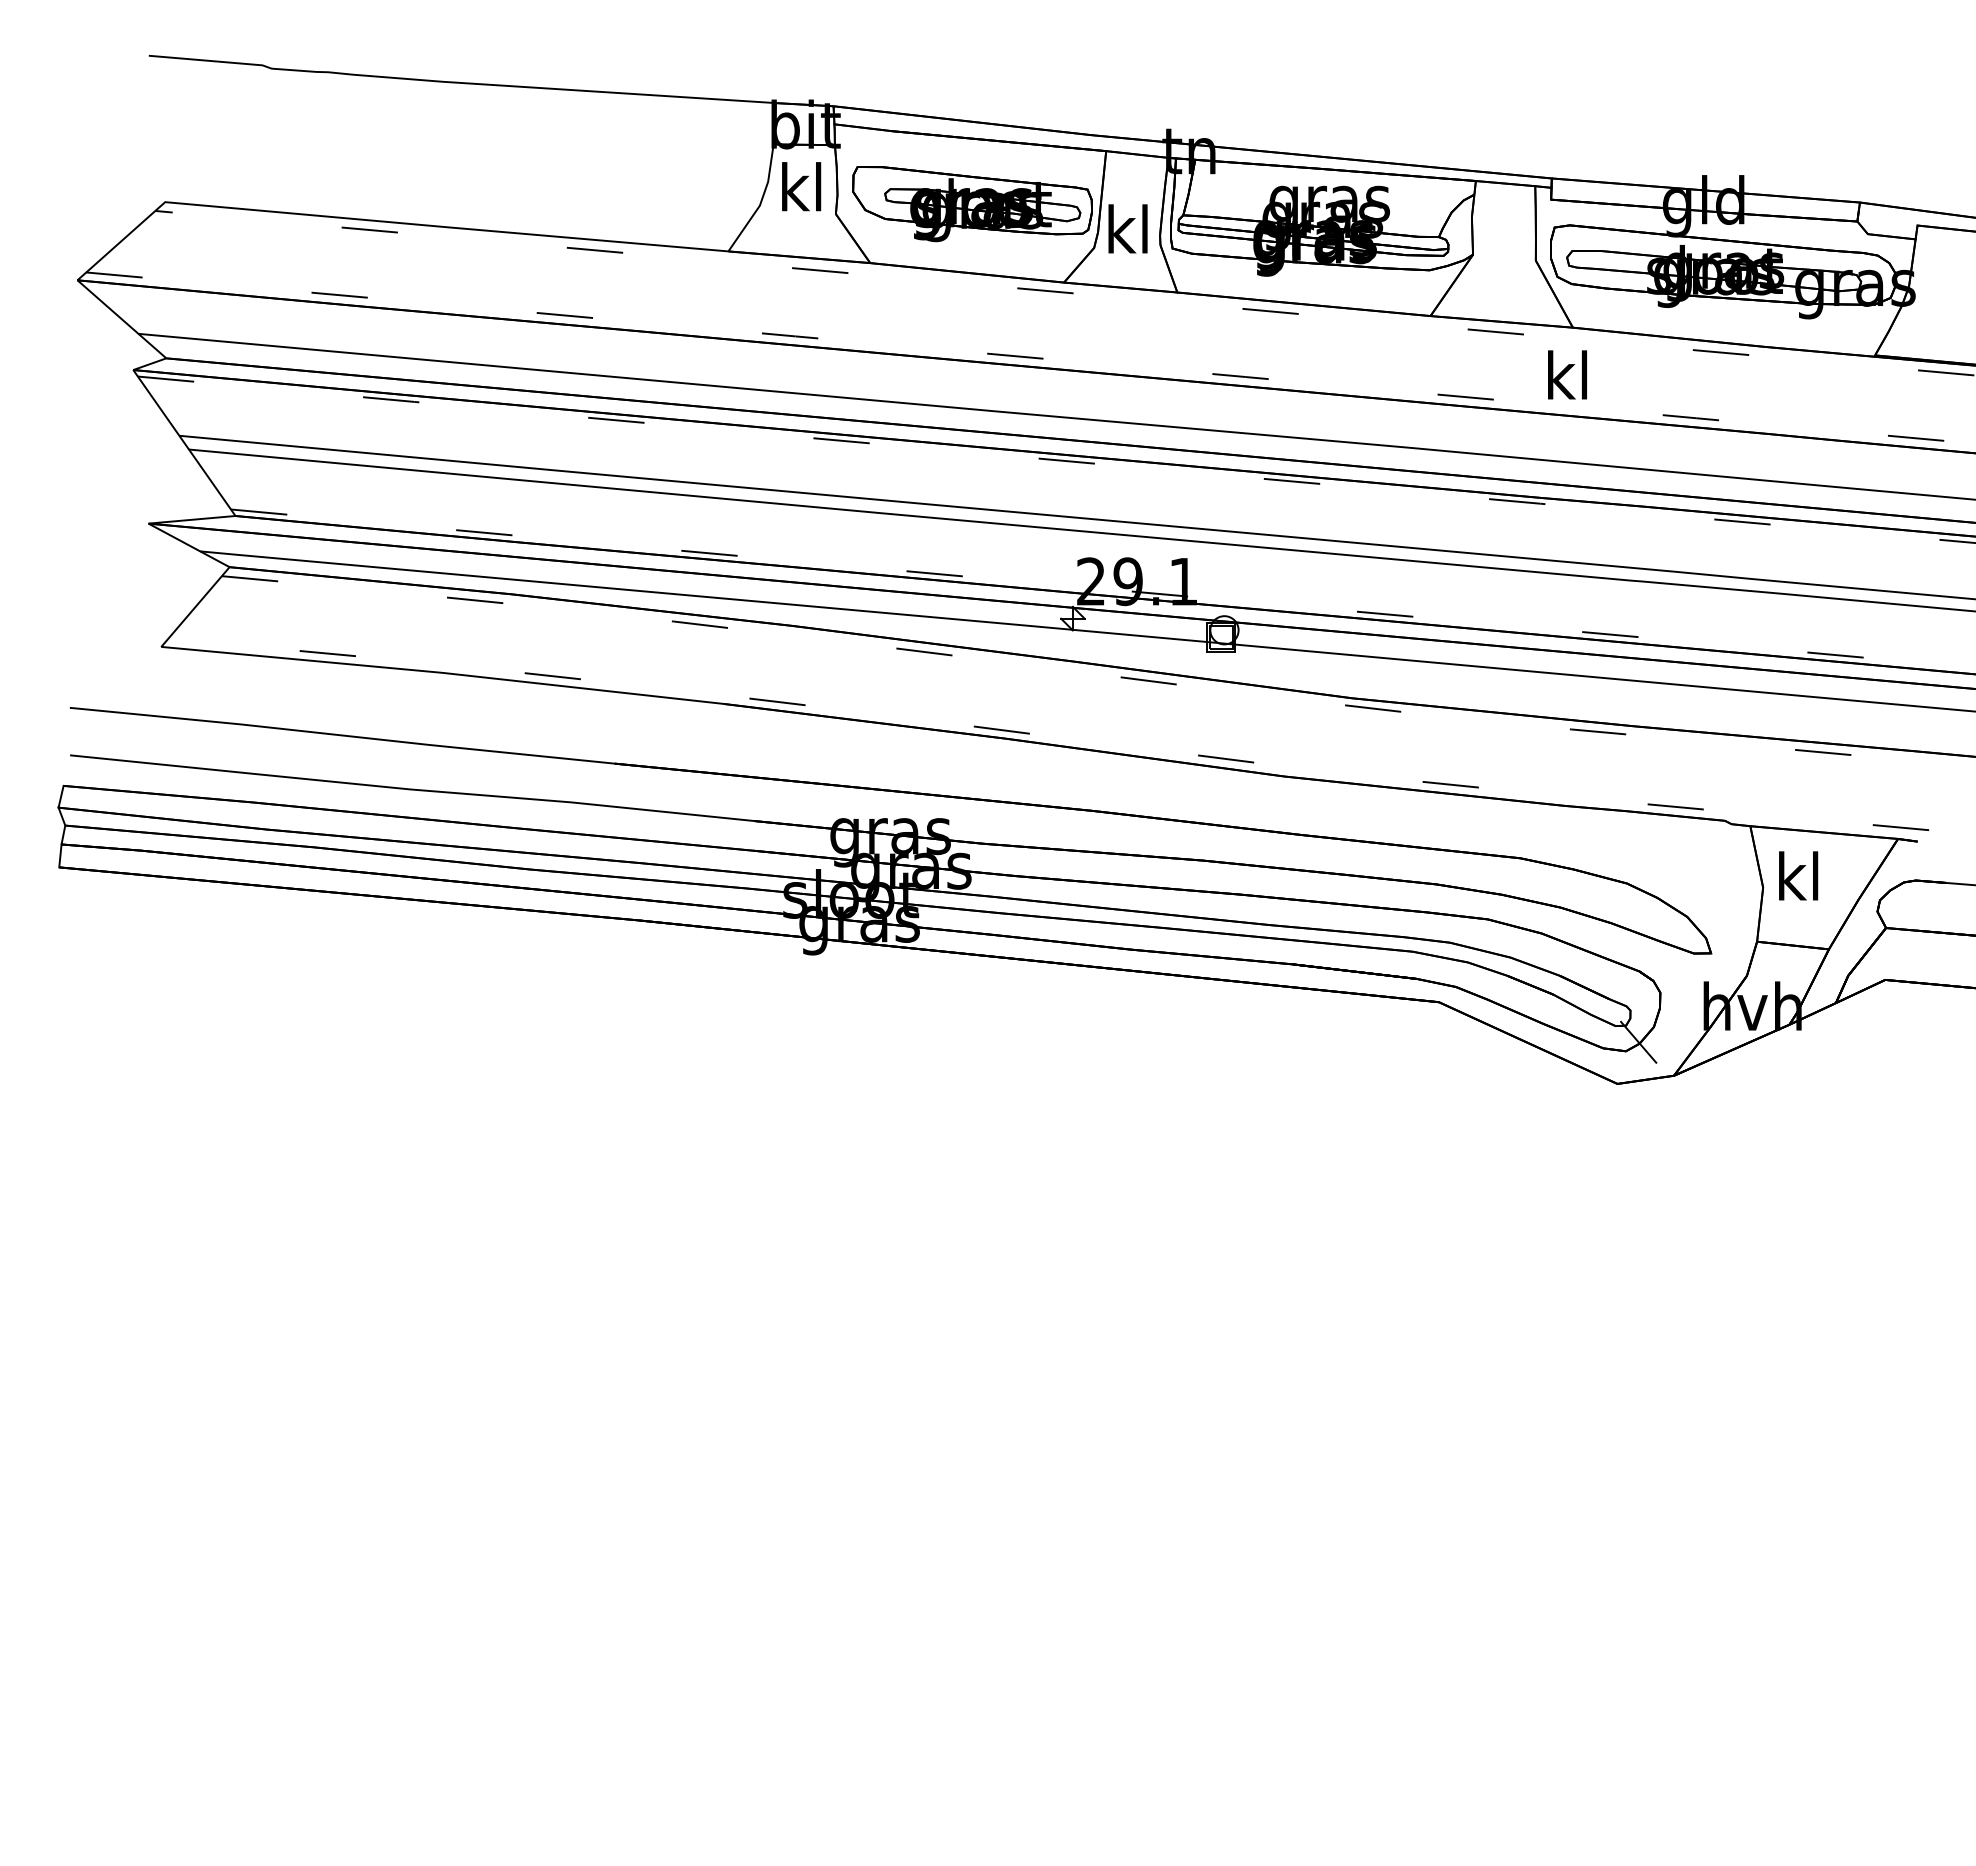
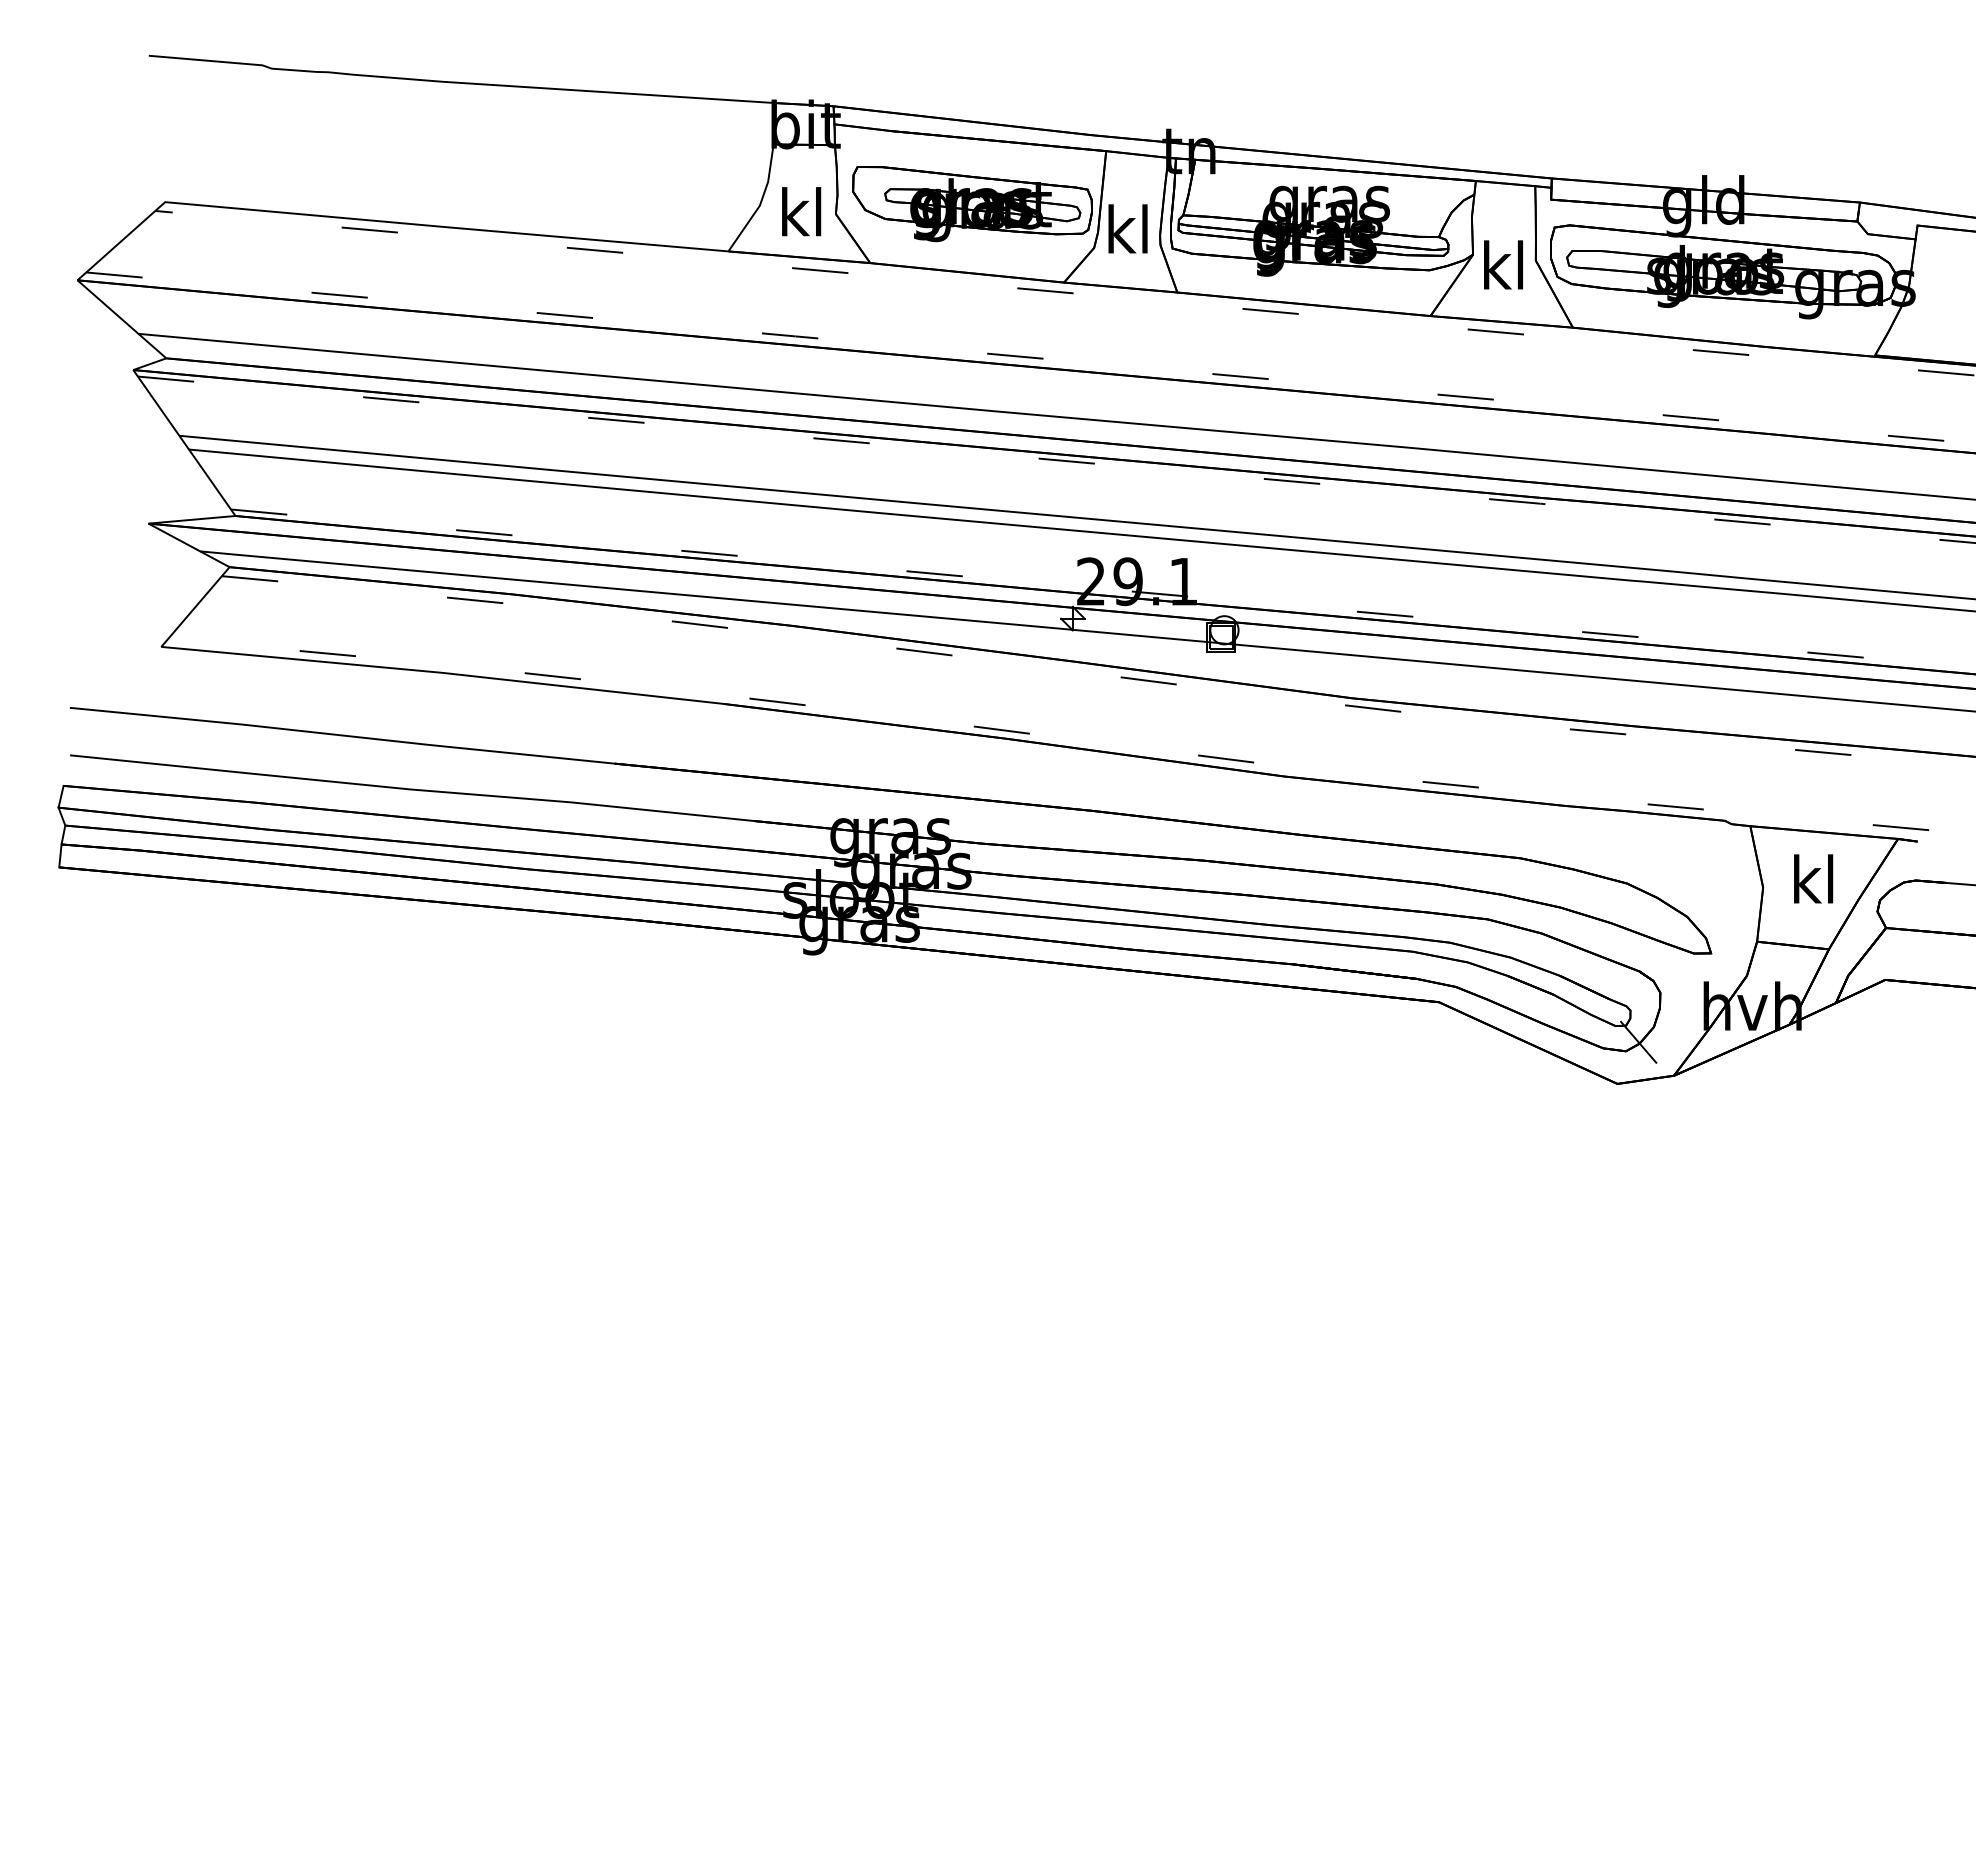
text at (801, 186) position: (801, 186) -> (801, 211)
text at (1567, 374) position: (1567, 374) -> (1503, 264)
text at (1798, 875) position: (1798, 875) -> (1813, 878)
